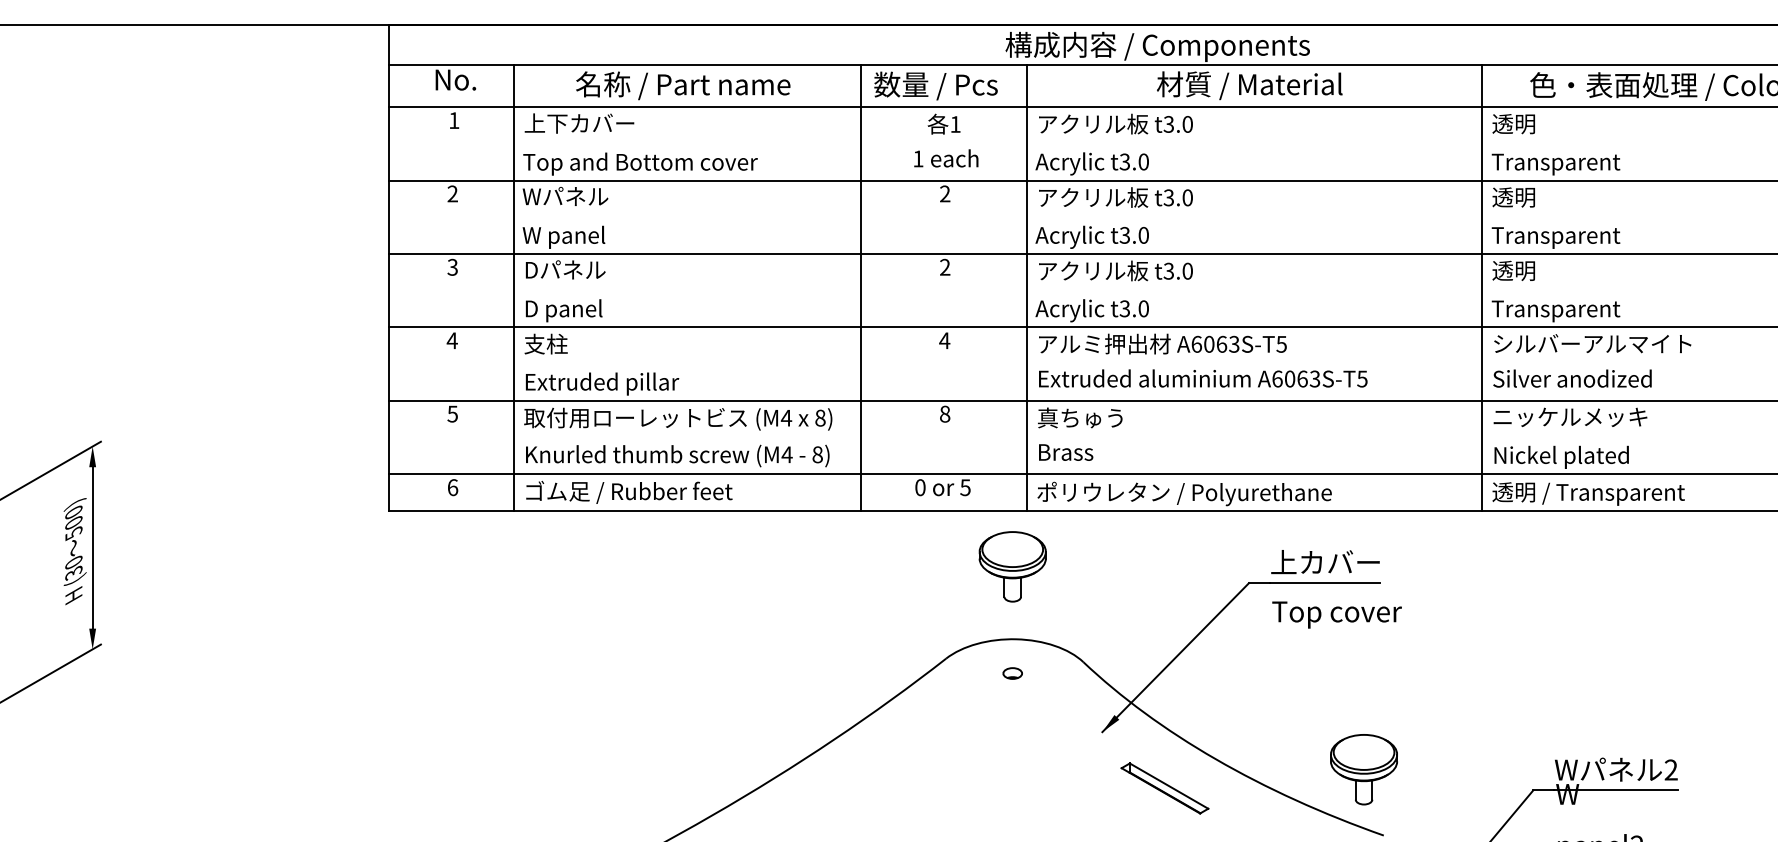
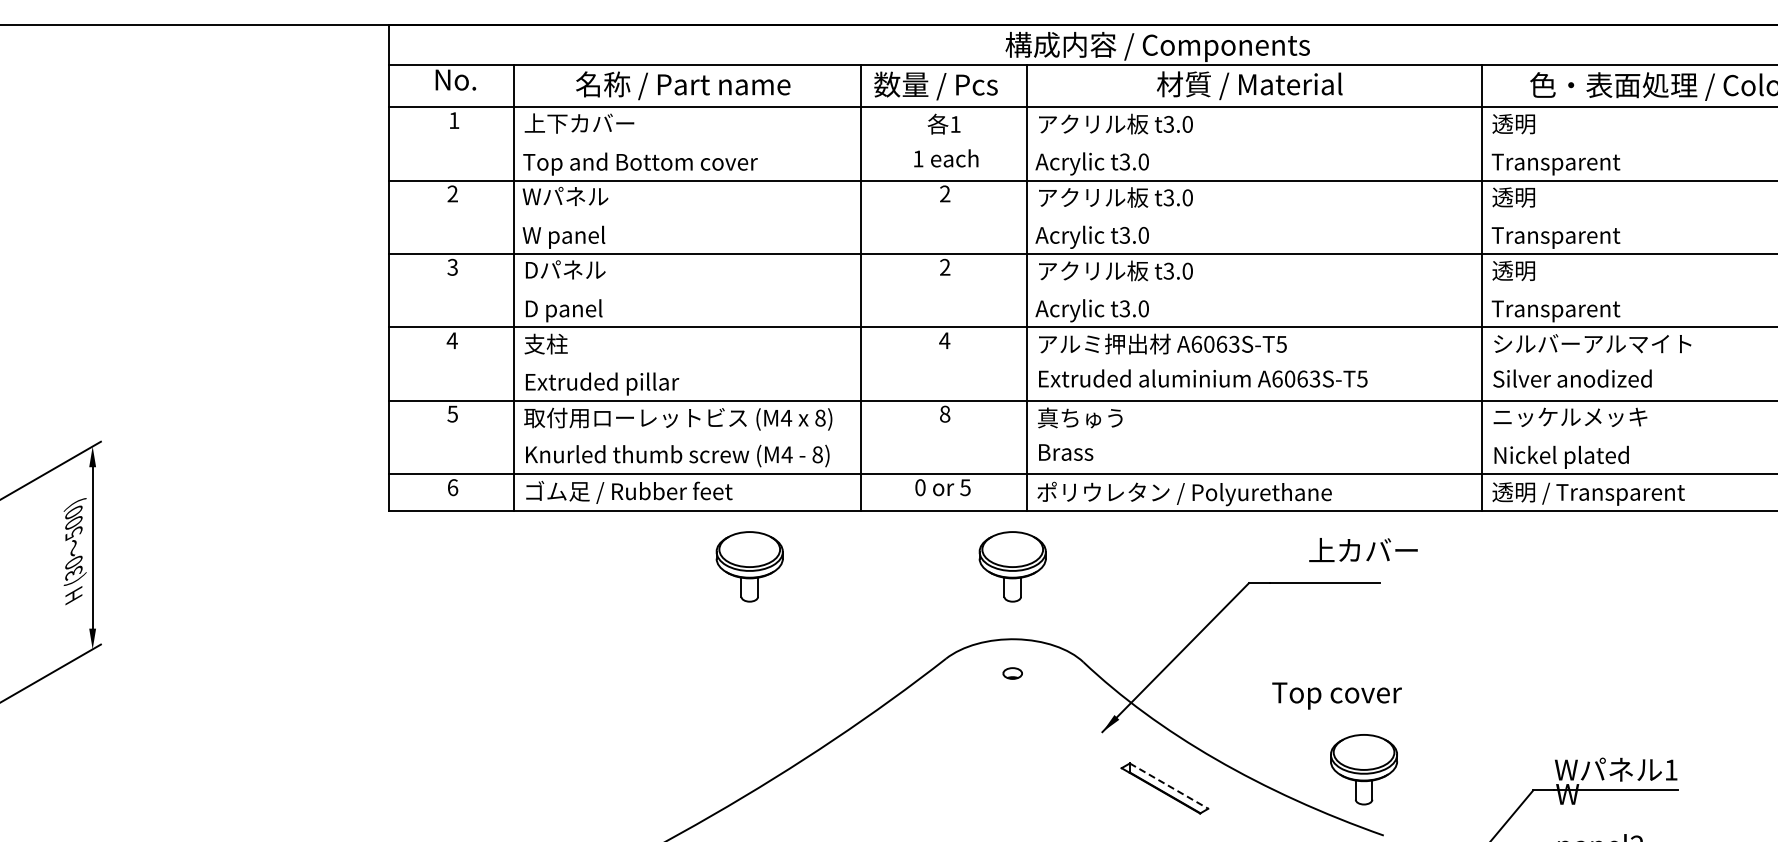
text at (1325, 562) position: (1325, 562) -> (1363, 550)
part at (749, 566): none -> present
text at (1336, 614) position: (1336, 614) -> (1336, 695)
text at (1670, 769): 2 -> 1
line at (1169, 786): solid -> dashed
